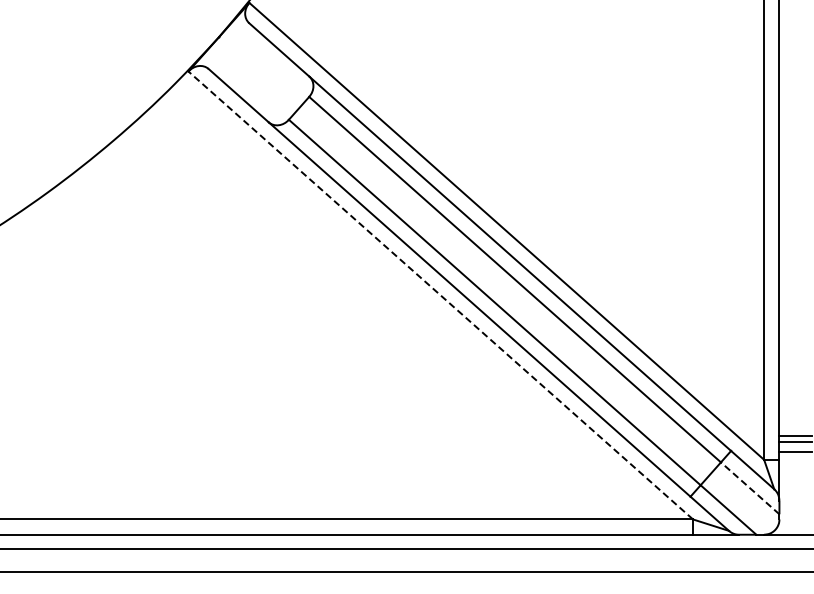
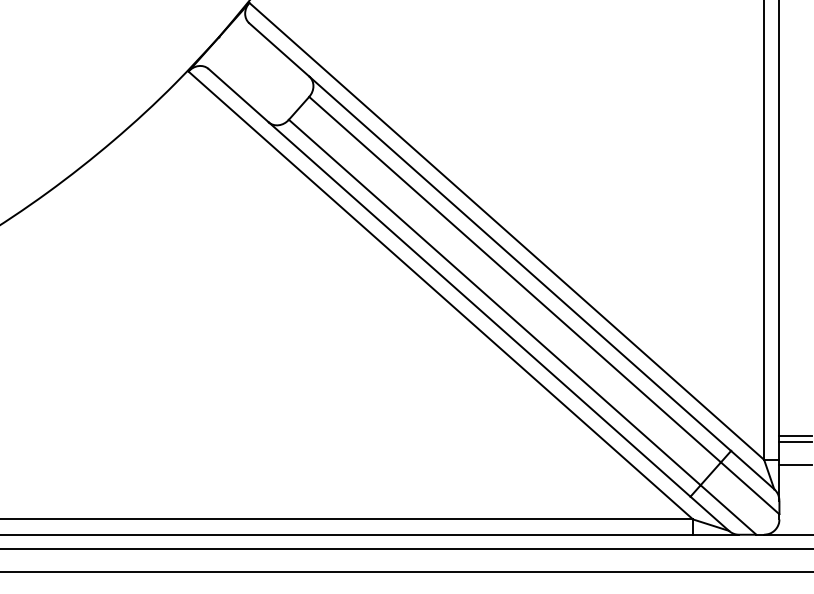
line at (440, 295): dashed -> solid
line at (794, 452) position: (794, 452) -> (794, 465)
line at (749, 488): dashed -> solid
